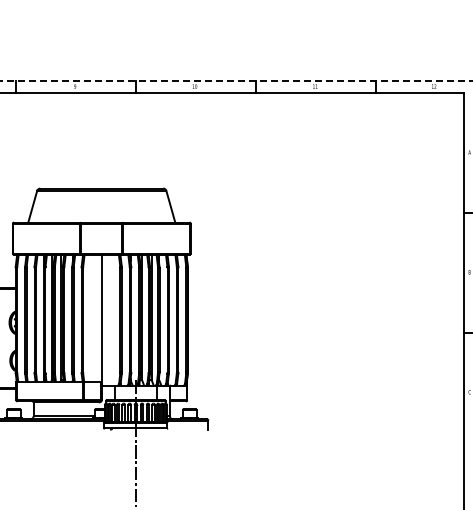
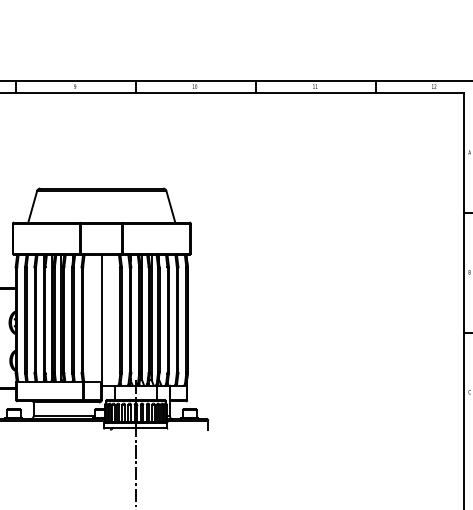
line at (236, 81): dashed -> solid
